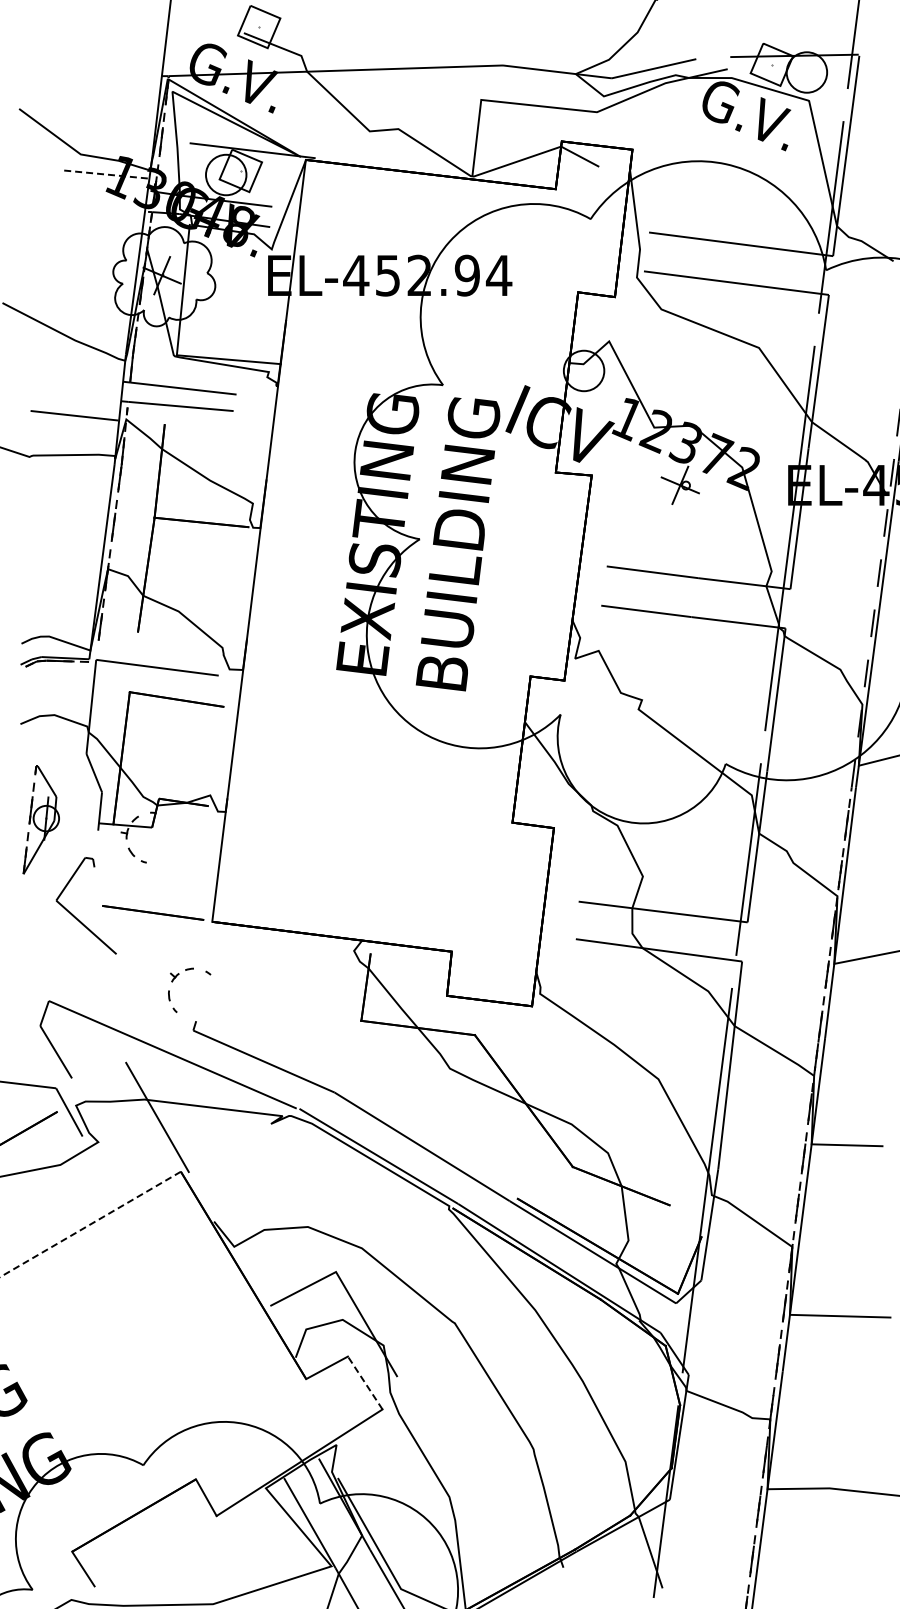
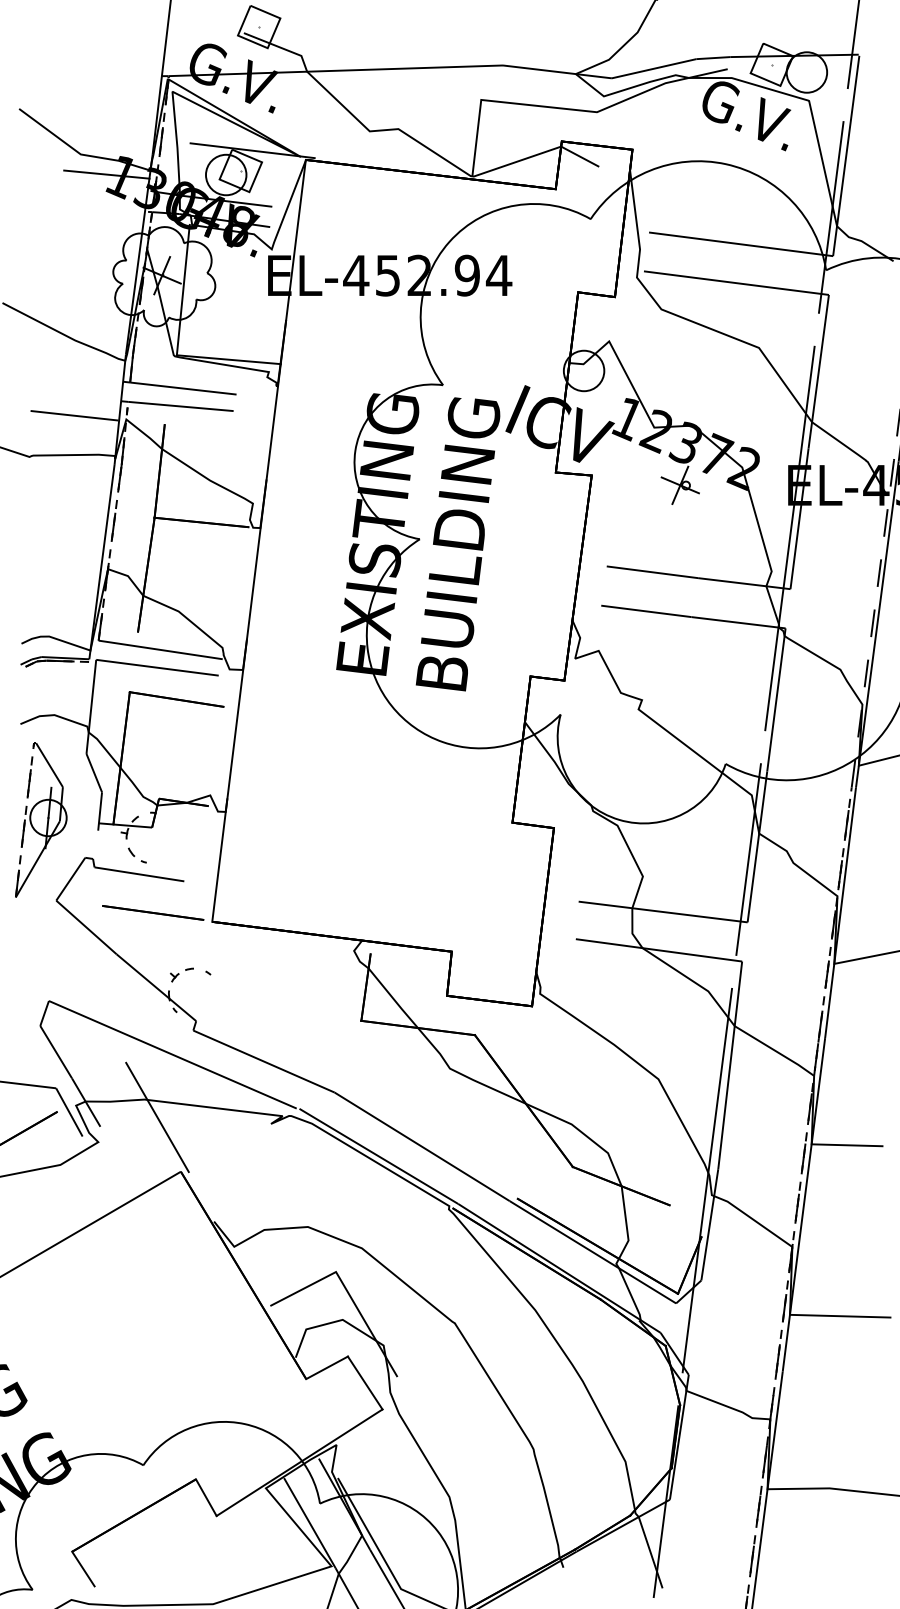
line at (713, 58): none -> present
line at (106, 174): dashed -> solid
line at (160, 649): none -> present
part at (40, 819) size: 38x110 px -> 53x156 px
line at (139, 874): none -> present
line at (156, 987): none -> present
line at (86, 1102): none -> present
line at (90, 1224): dashed -> solid
line at (365, 1383): dashed -> solid
